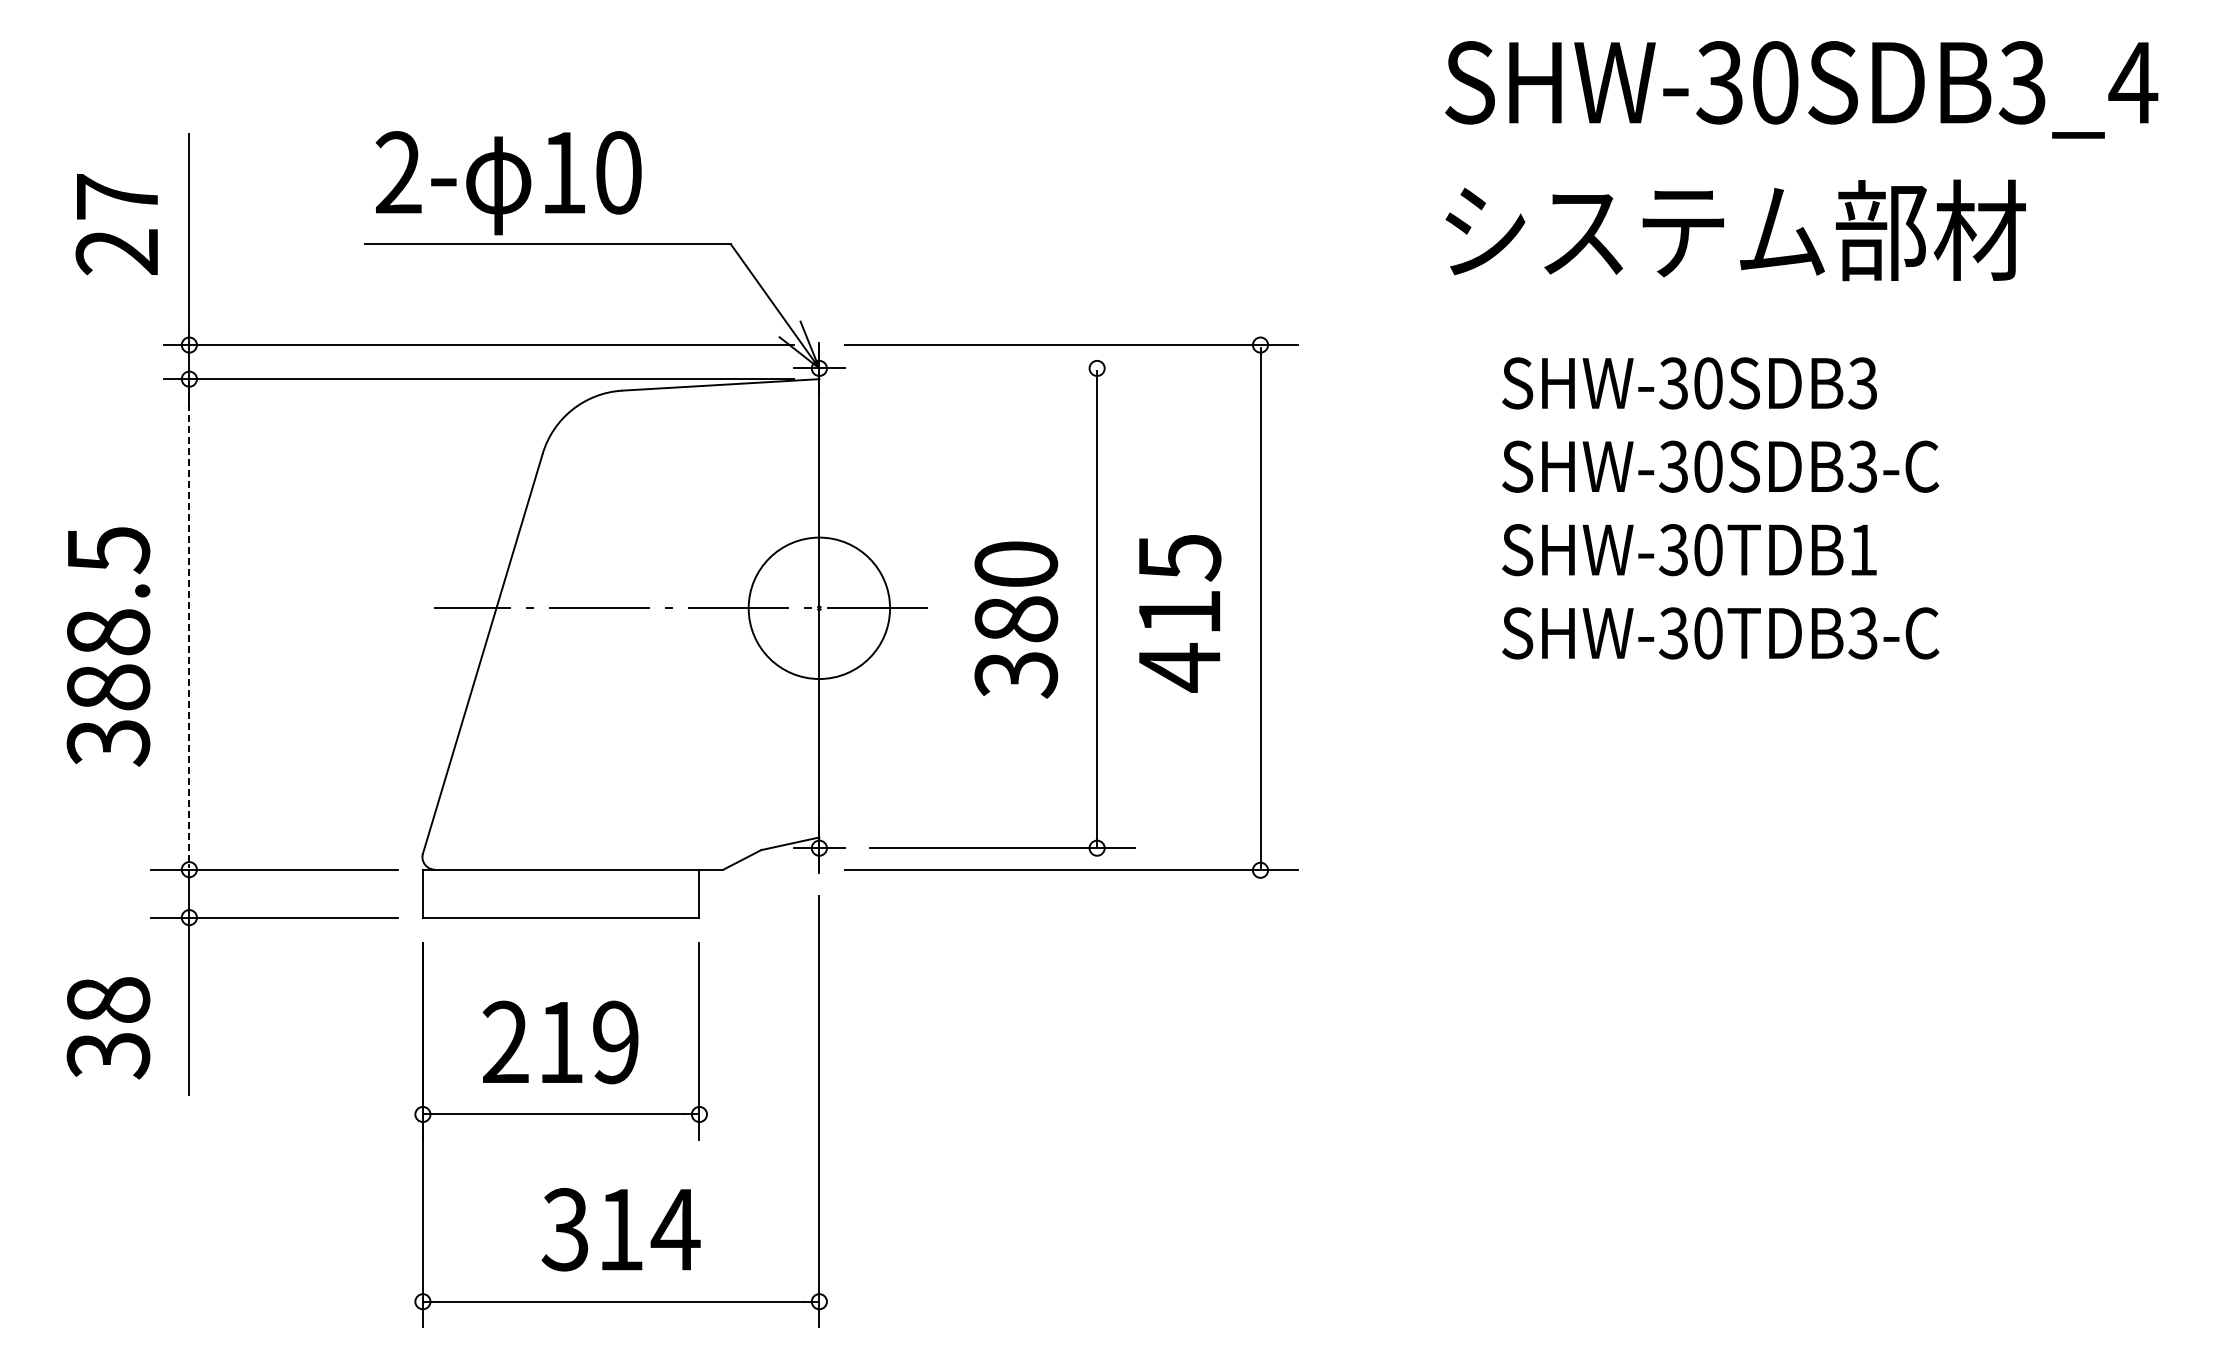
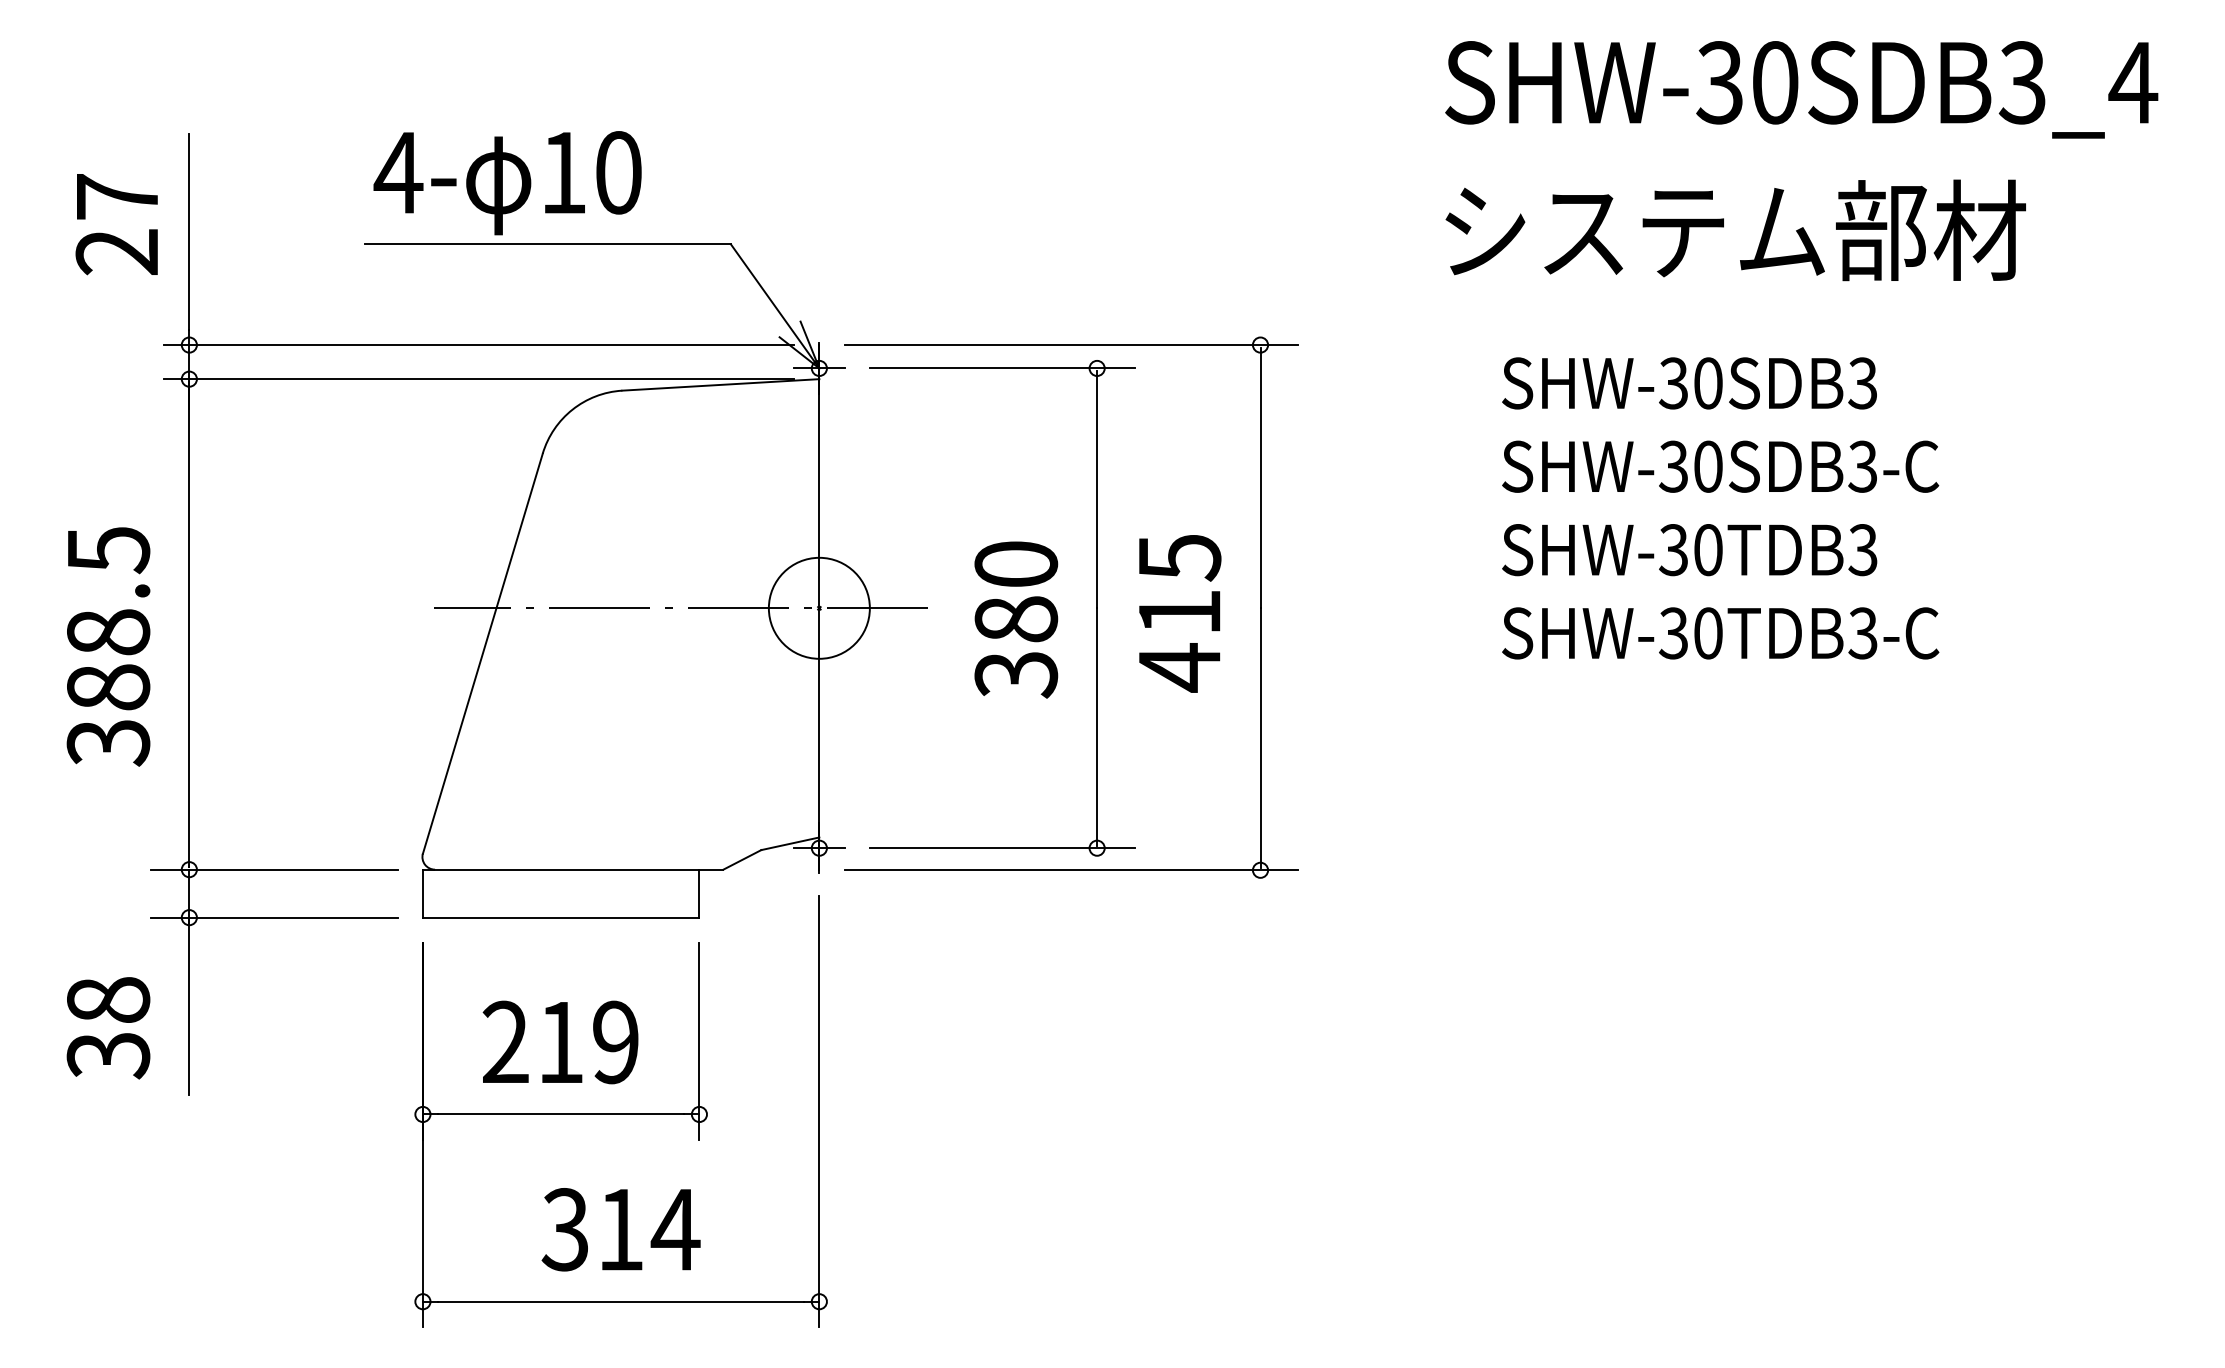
text at (398, 172): 2- -> 4-
line at (1002, 368): none -> present
text at (1862, 550): SHW-30TDB1 -> SHW-30TDB3
circle at (819, 608) diameter: 141 px -> 101 px
line at (189, 624): dashed -> solid
